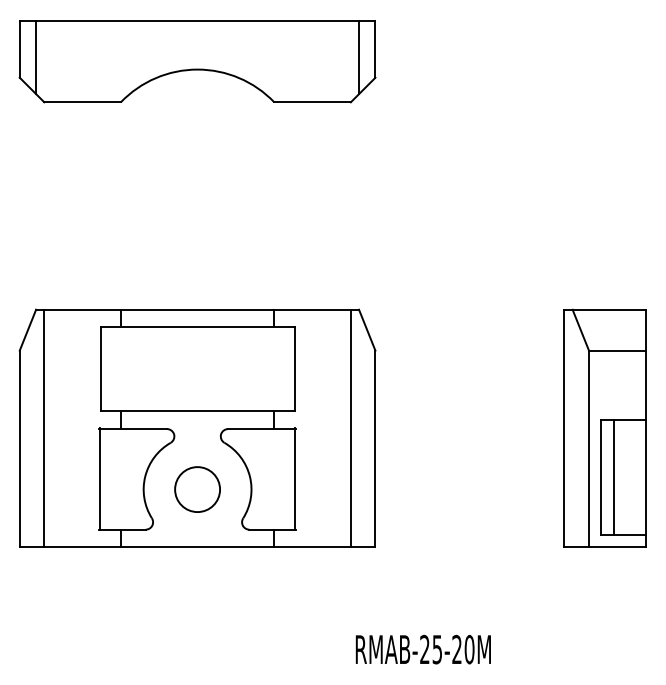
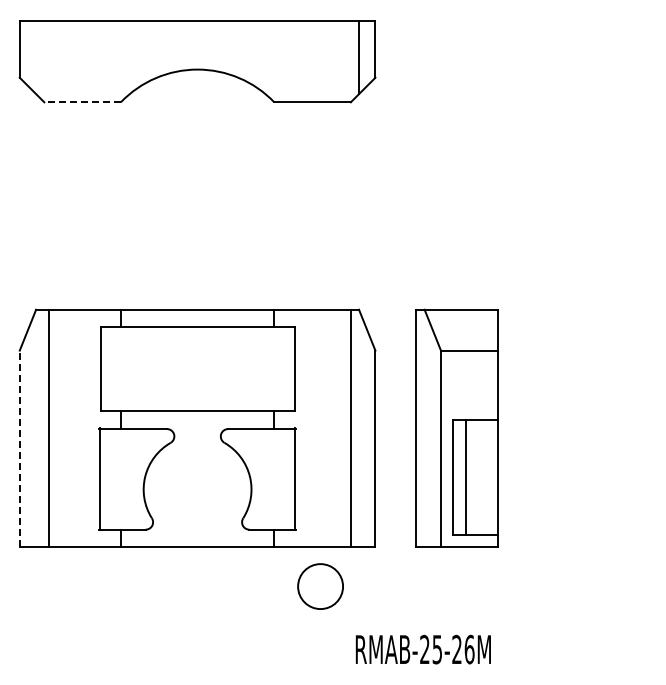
line at (36, 57): present -> none
line at (82, 102): solid -> dashed
line at (44, 427) position: (44, 427) -> (49, 427)
part at (604, 427) position: (604, 427) -> (456, 427)
line at (19, 448): solid -> dashed
circle at (197, 489) position: (197, 489) -> (320, 586)
text at (469, 649): RMAB-25-20M -> RMAB-25-26M
